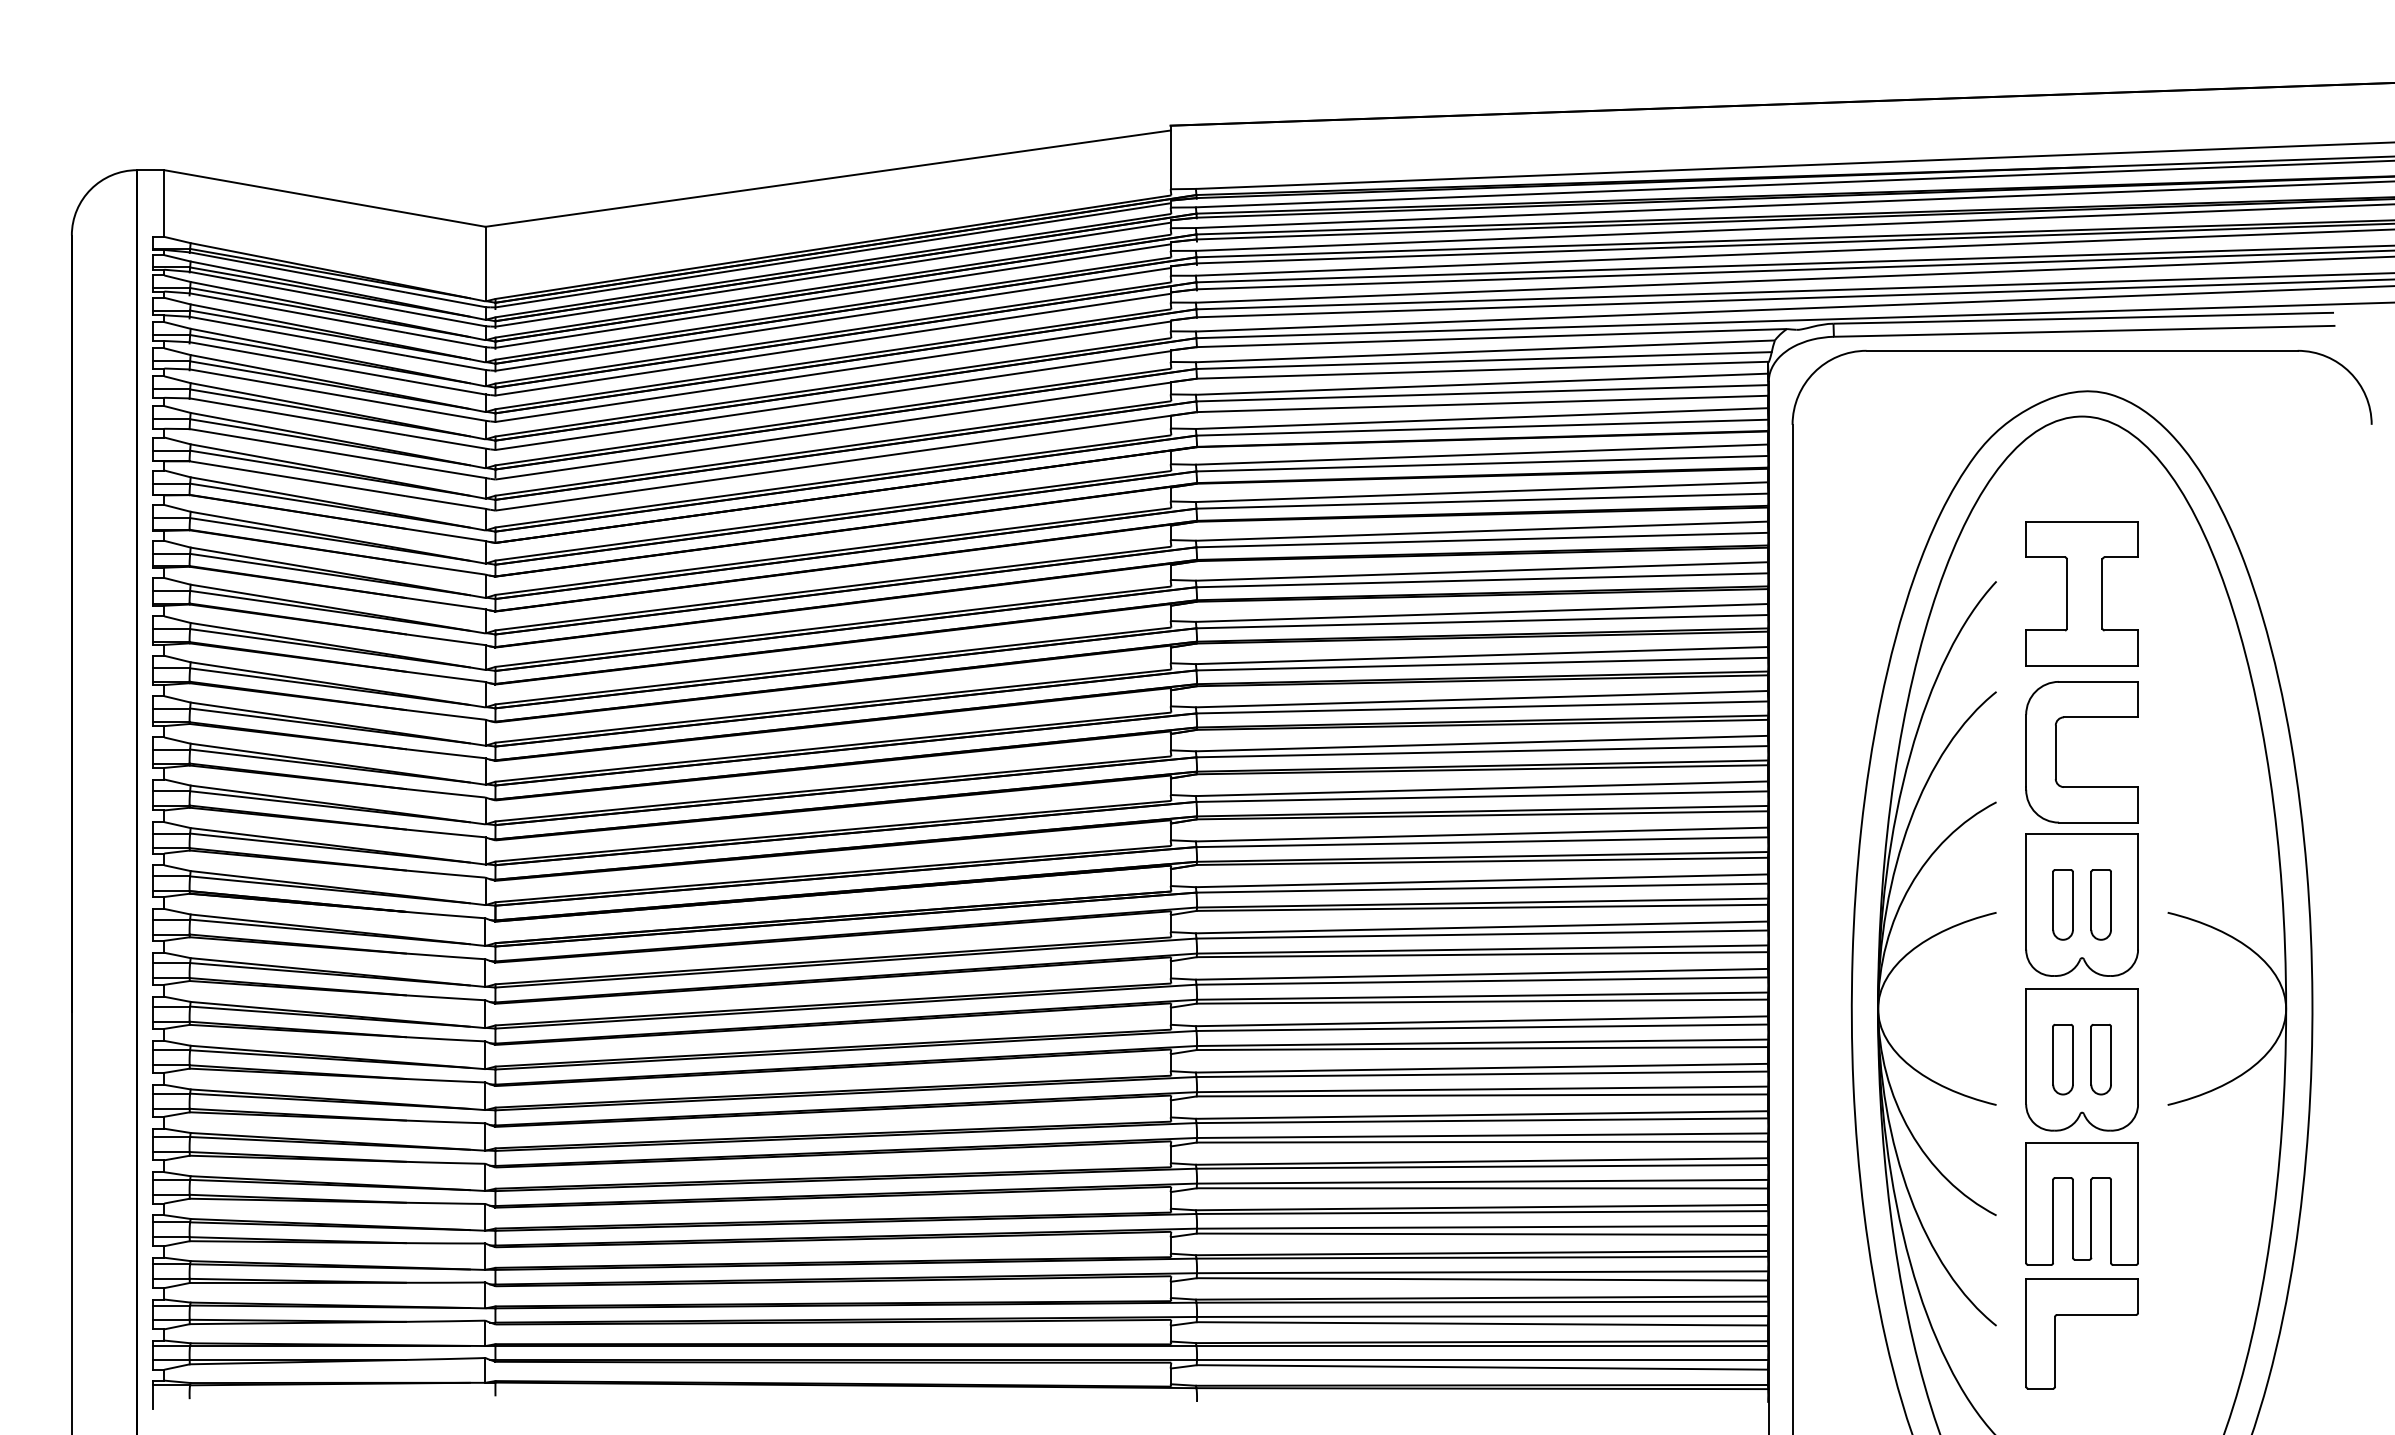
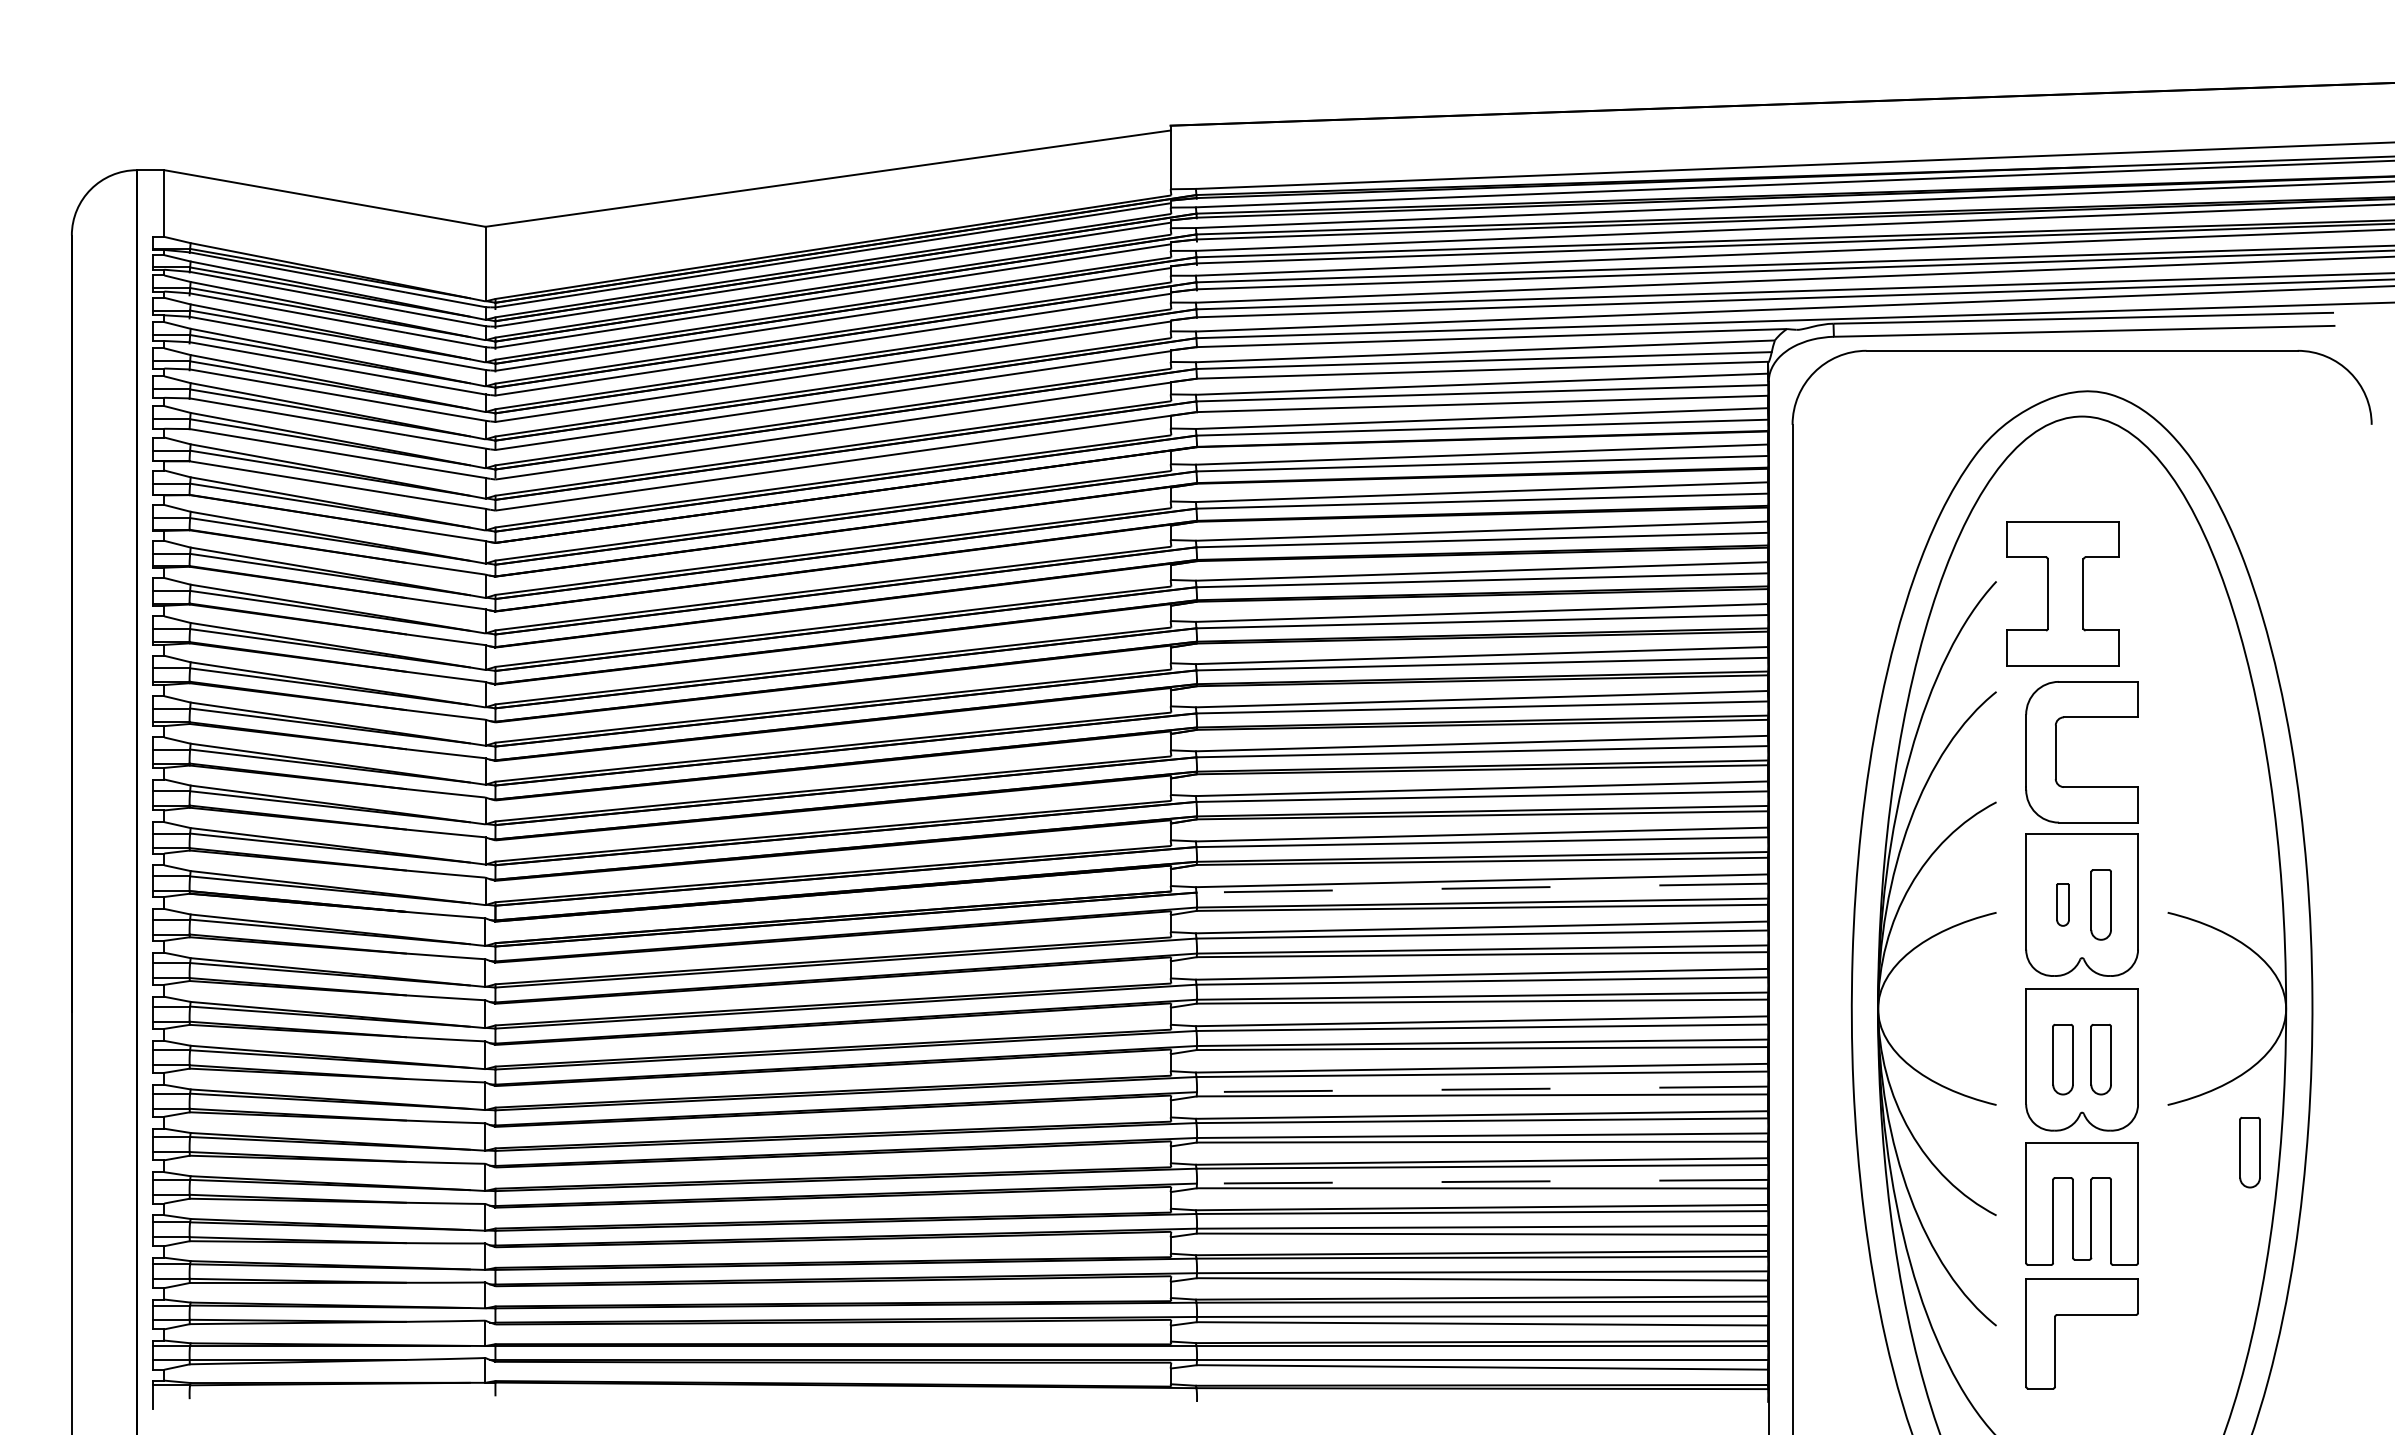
part at (2081, 593) position: (2081, 593) -> (2062, 593)
line at (1482, 888): solid -> dashed
part at (2062, 904) size: 22x72 px -> 14x44 px
line at (1482, 1089): solid -> dashed
part at (2249, 1152): none -> present
line at (1482, 1181): solid -> dashed
